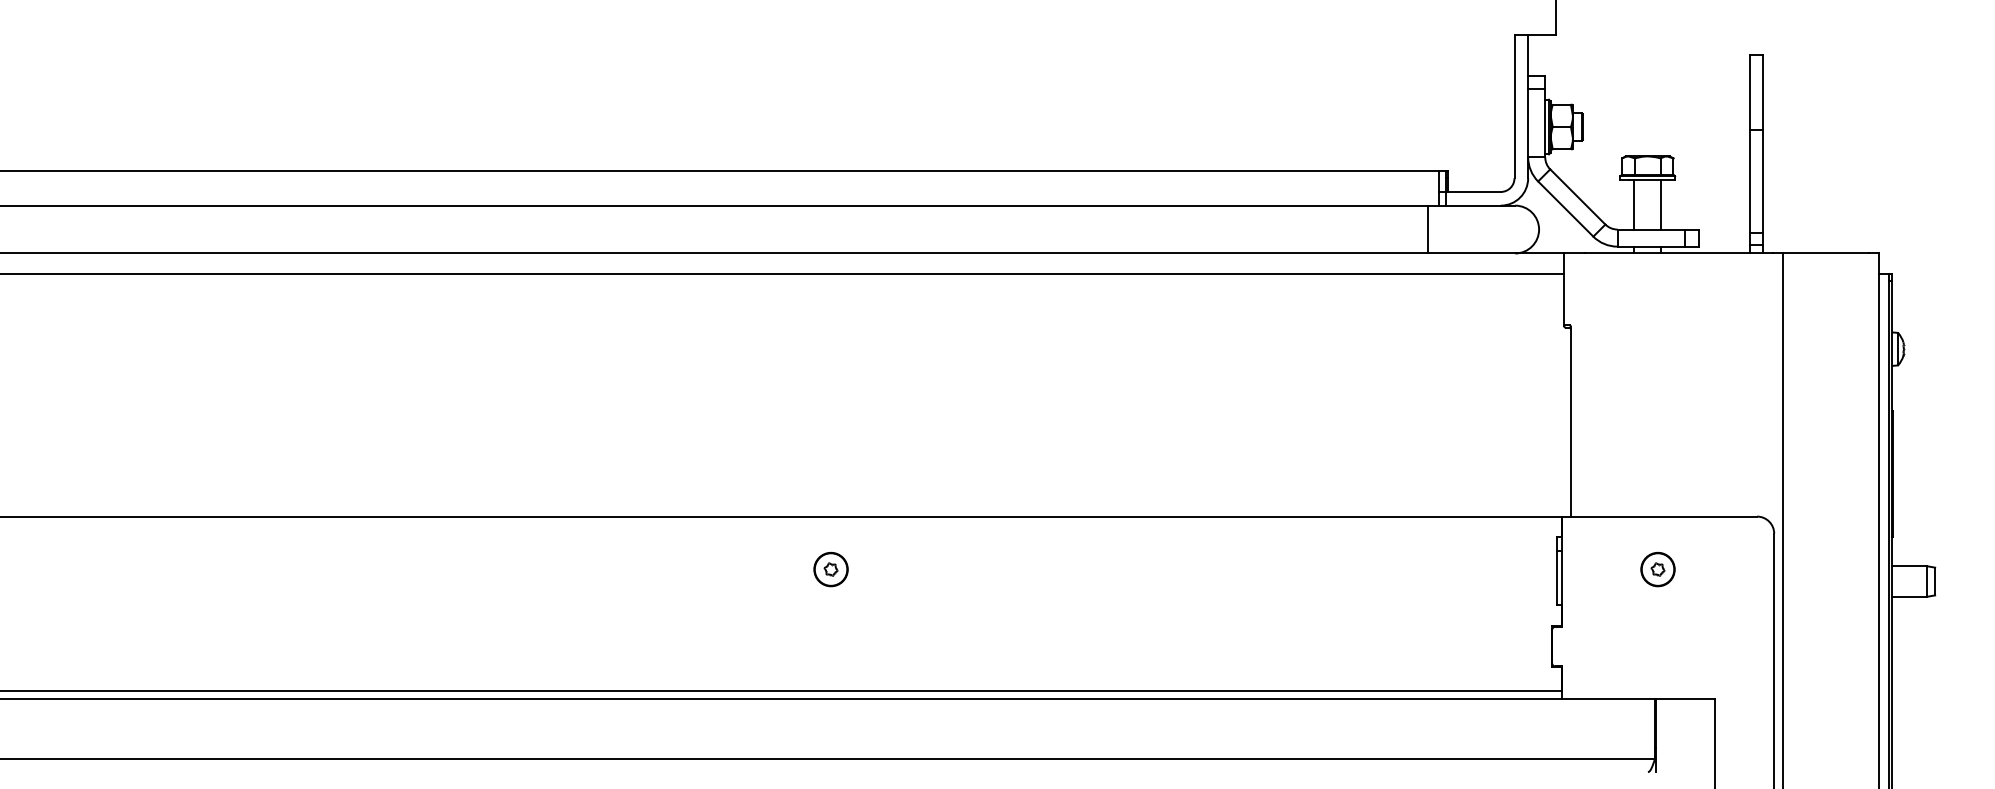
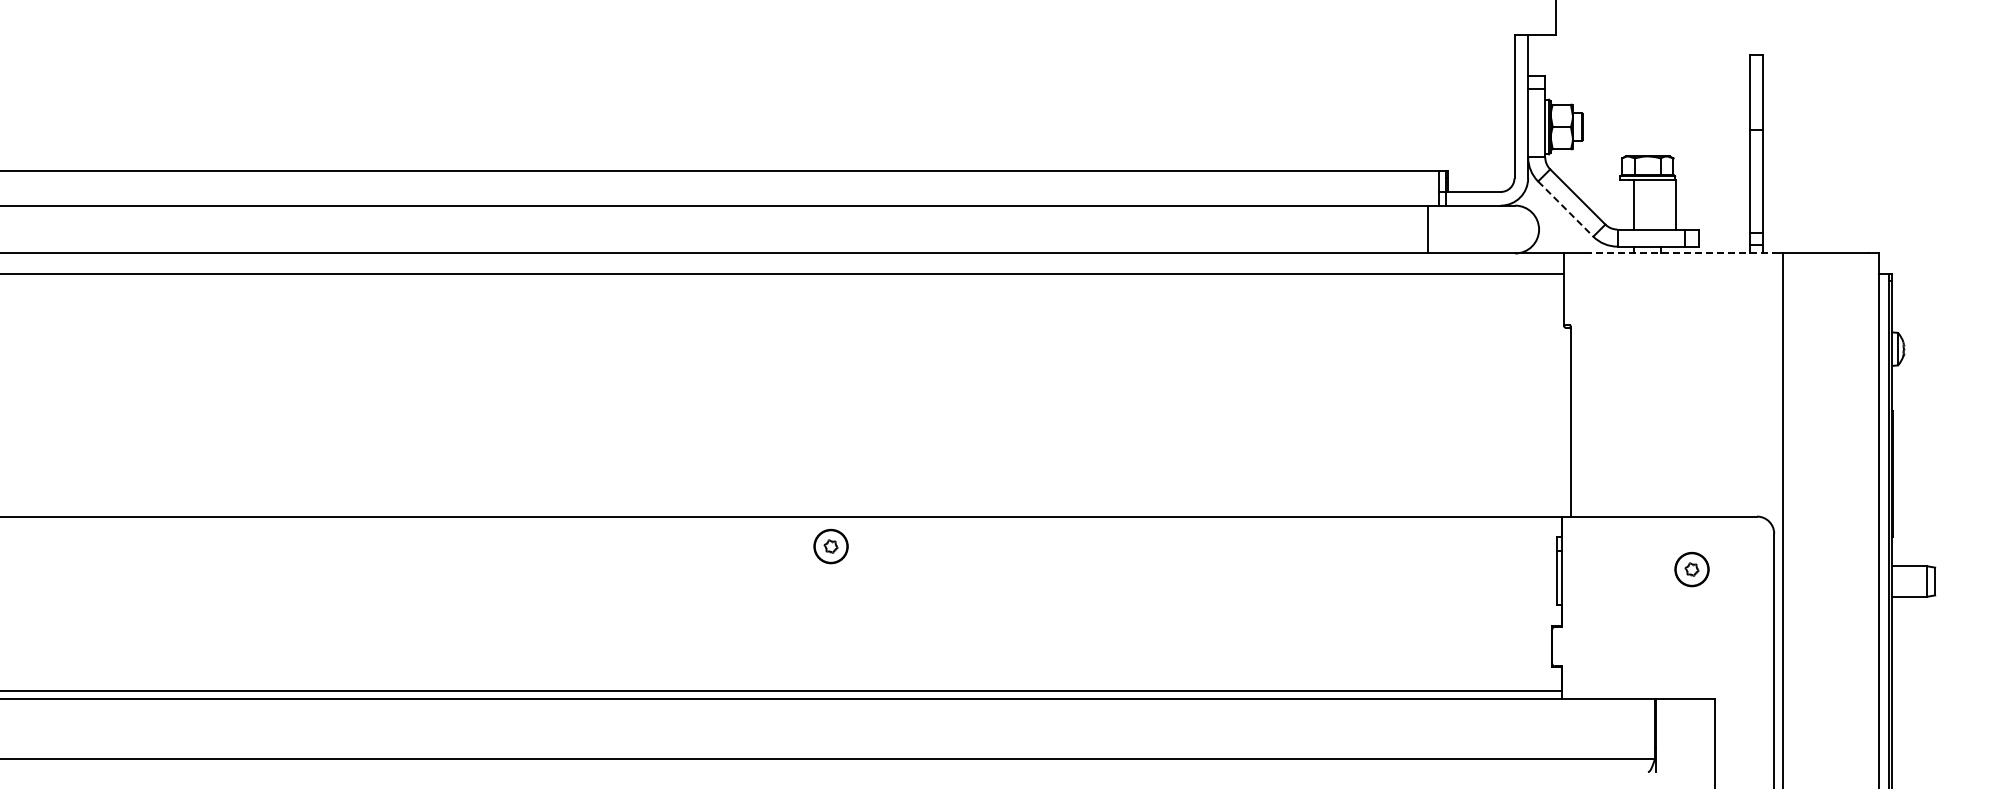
line at (1661, 204) position: (1661, 204) -> (1676, 204)
line at (1566, 209): solid -> dashed
line at (1679, 253): solid -> dashed
part at (830, 569) position: (830, 569) -> (830, 546)
part at (1657, 569) position: (1657, 569) -> (1691, 569)
